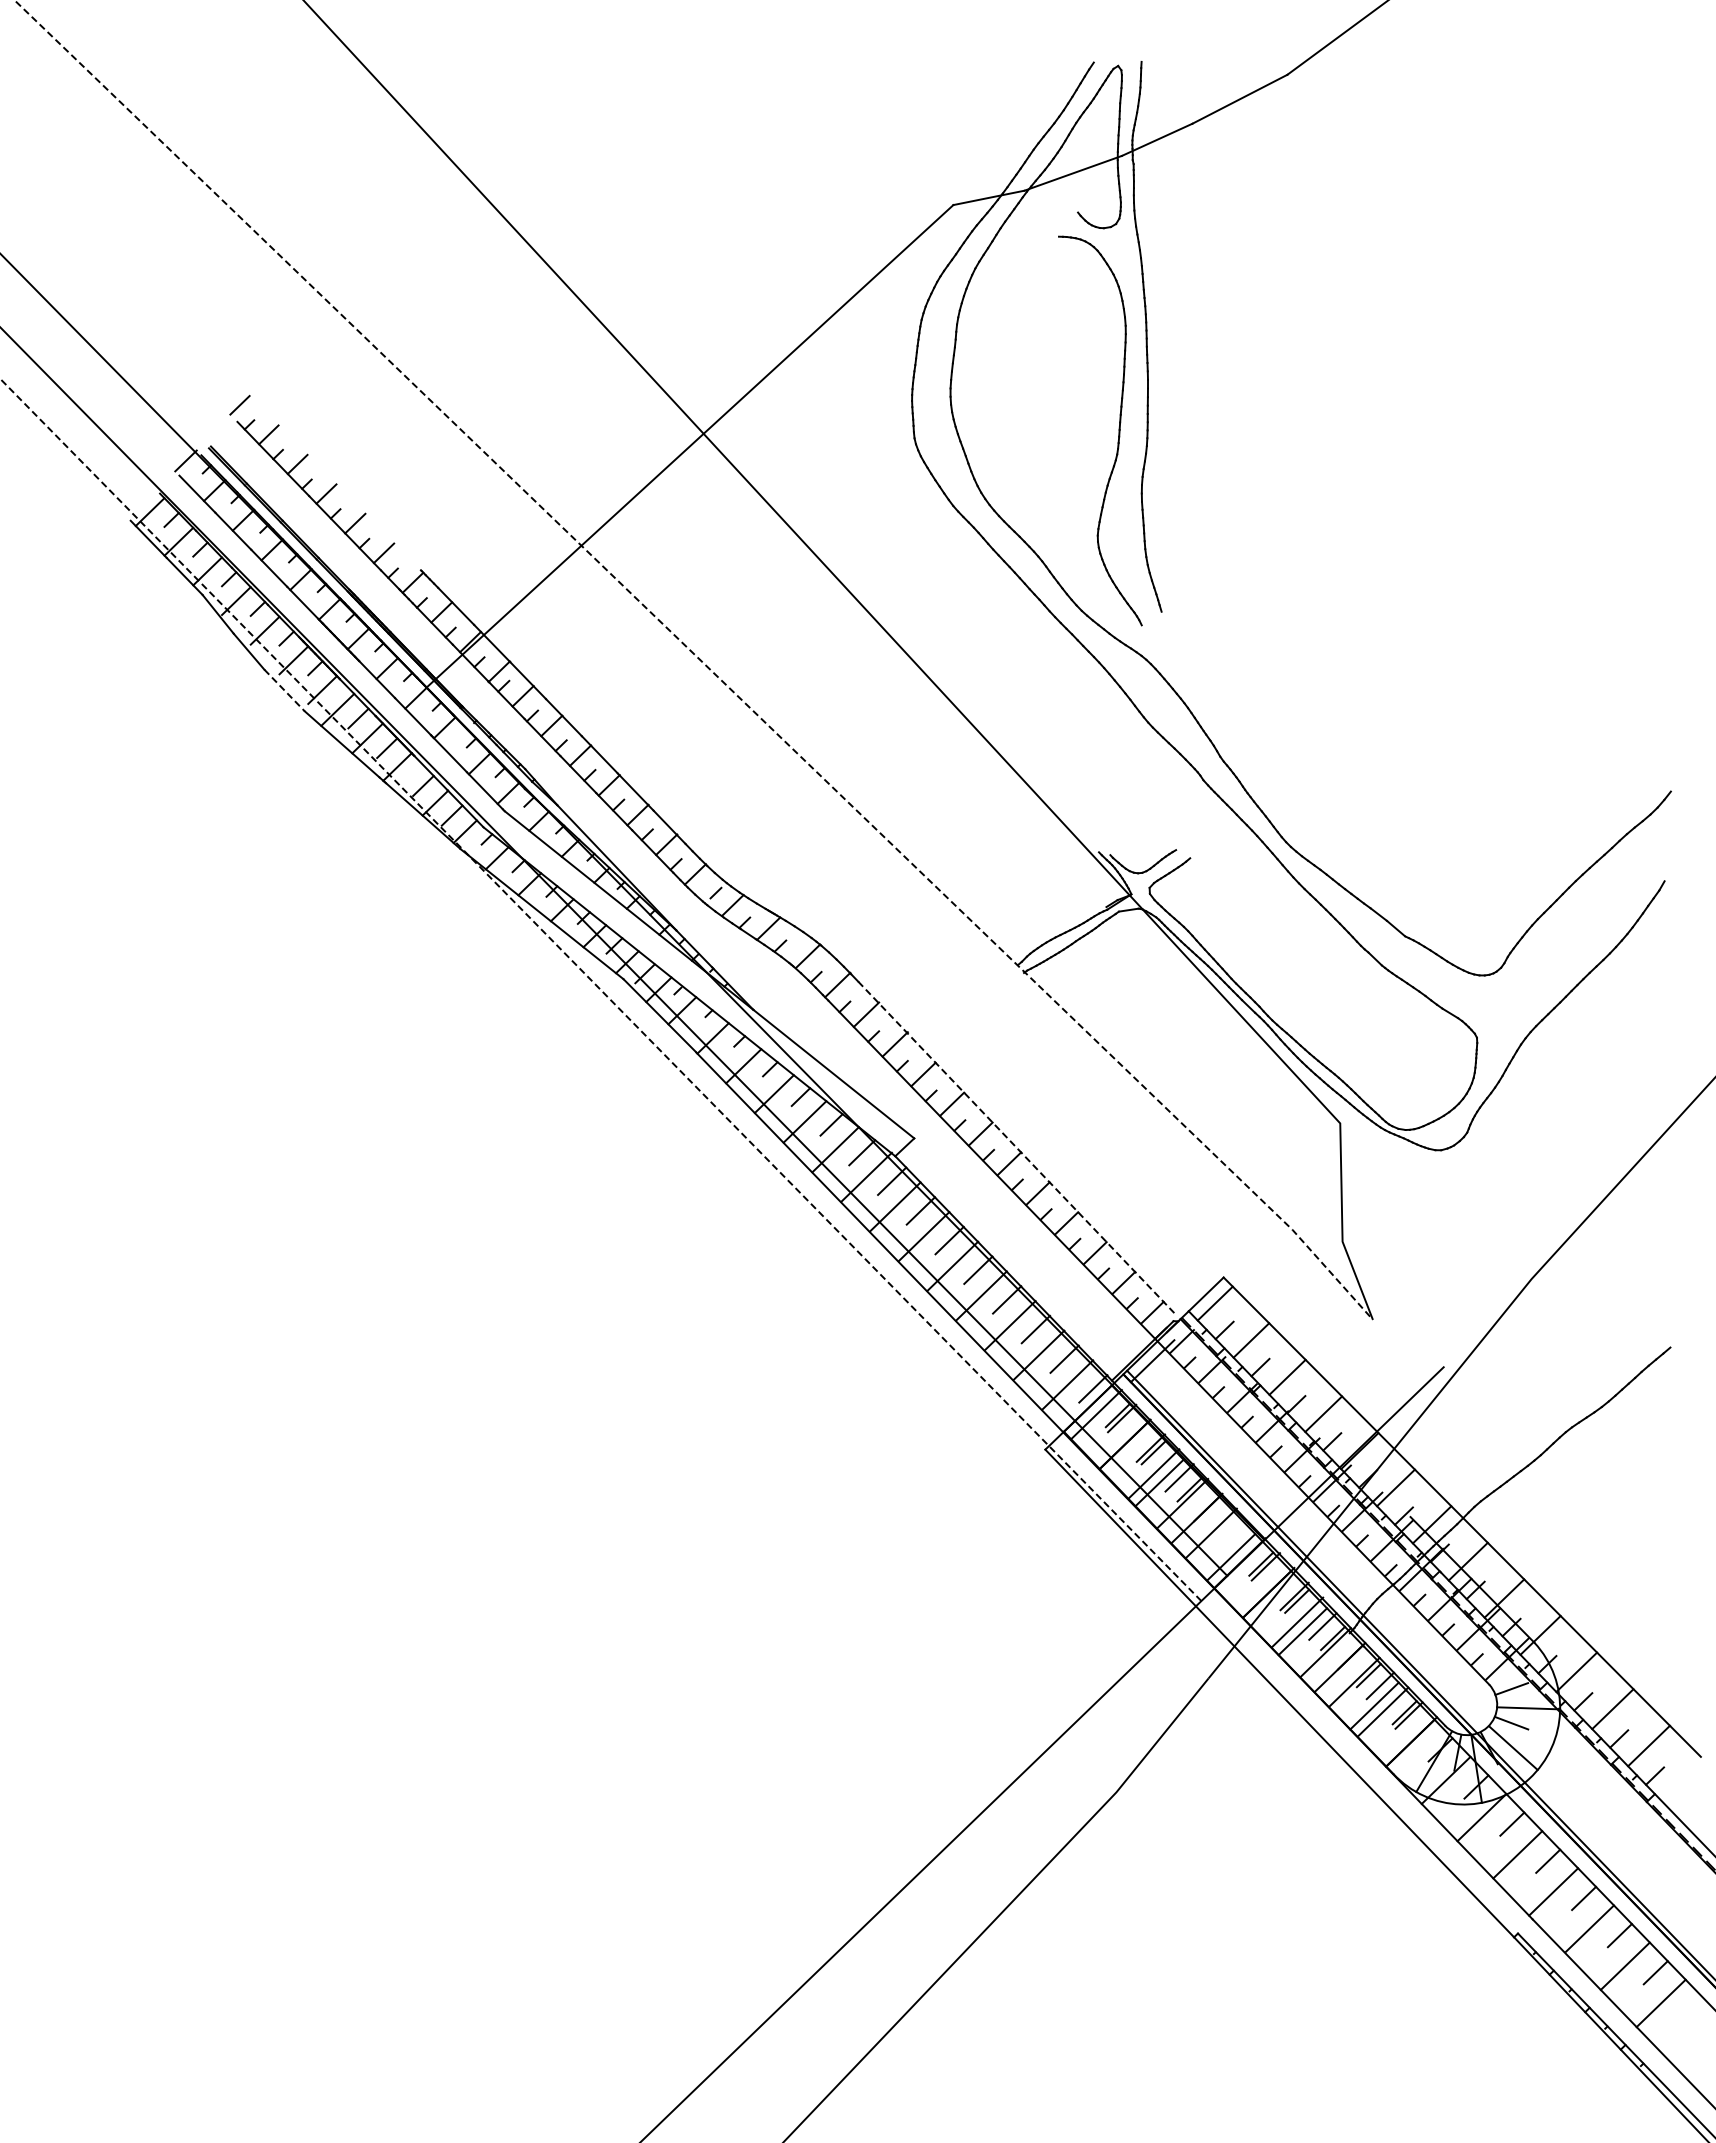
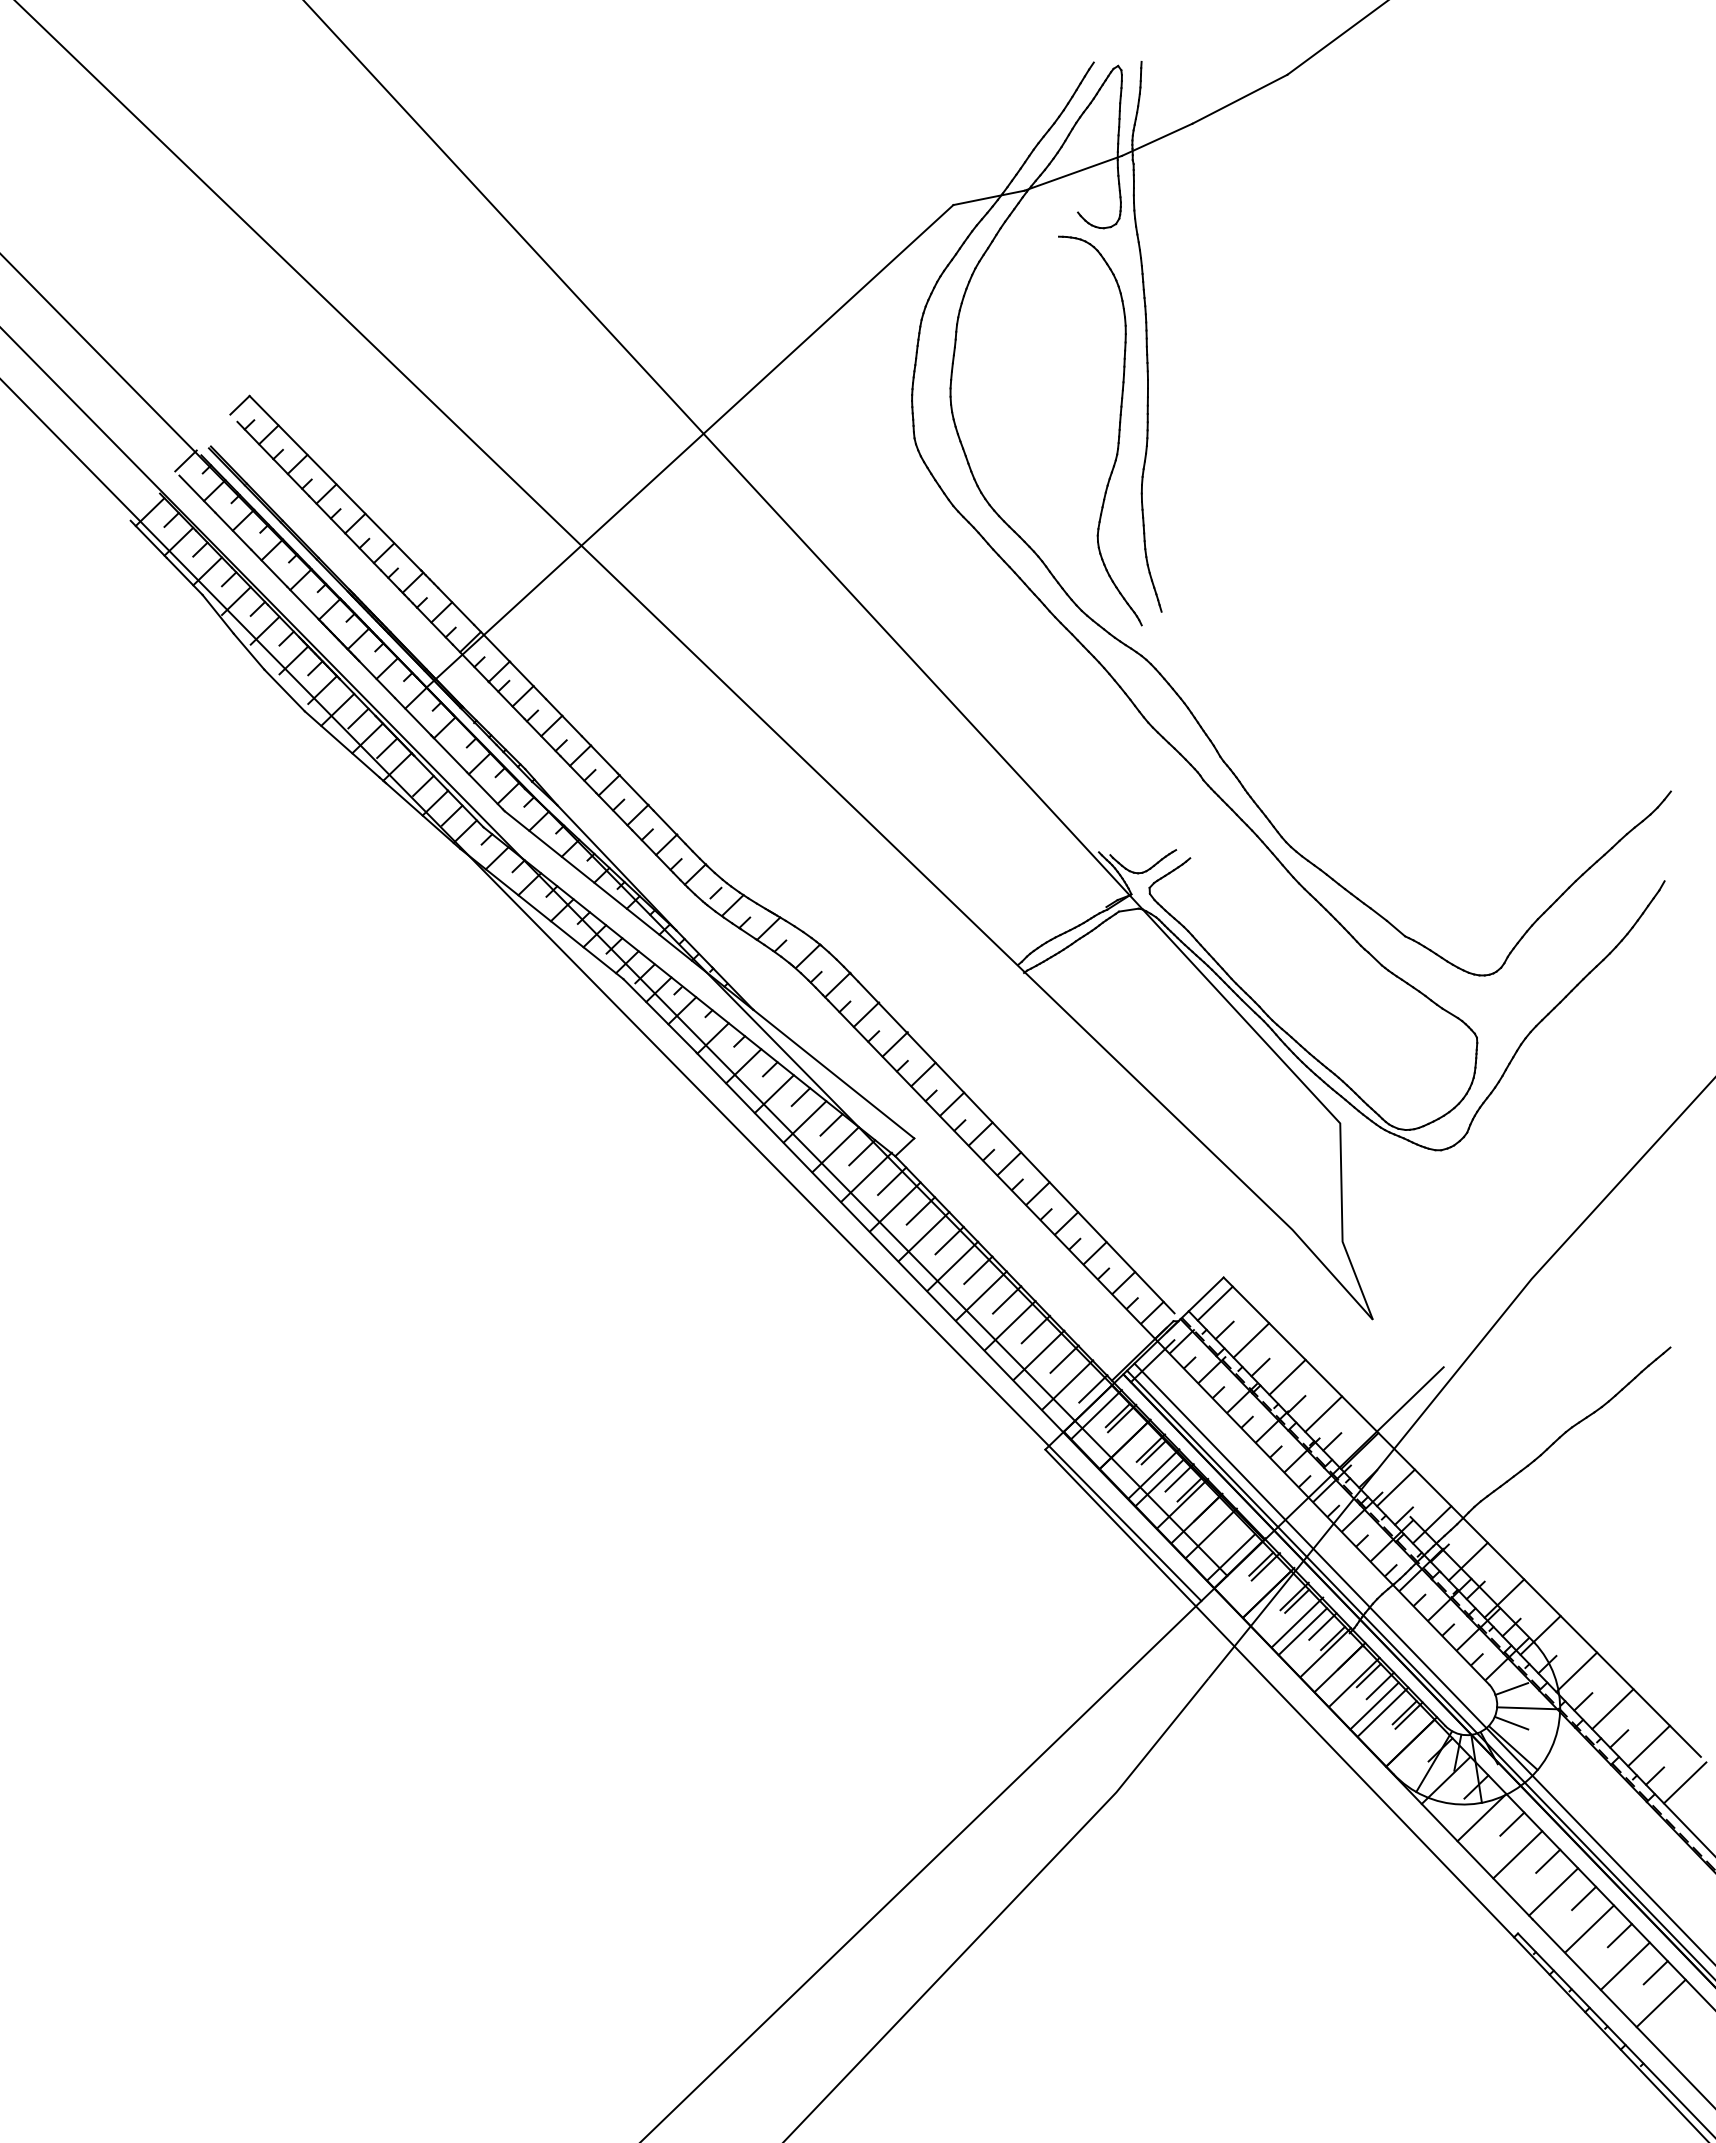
line at (335, 483): none -> present
line at (697, 657): dashed -> solid
line at (284, 690): dashed -> solid
line at (600, 990): dashed -> solid
line at (1016, 1147): dashed -> solid
line at (1423, 1662): none -> present
line at (1684, 1782): none -> present
